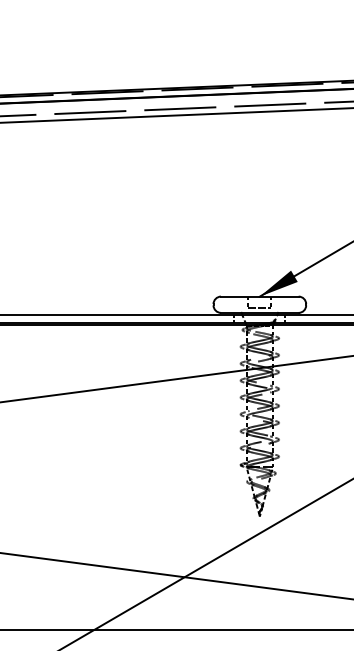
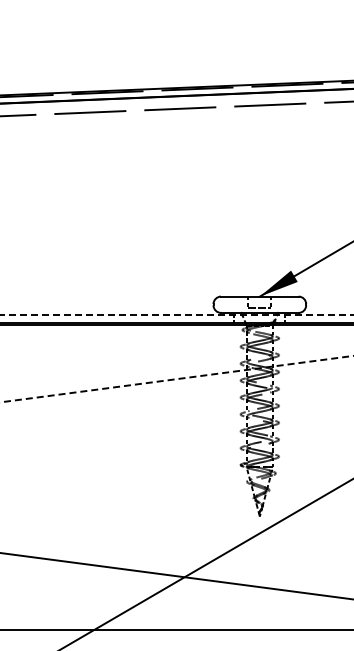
line at (176, 115): present -> none
line at (177, 314): solid -> dashed
line at (176, 379): solid -> dashed
